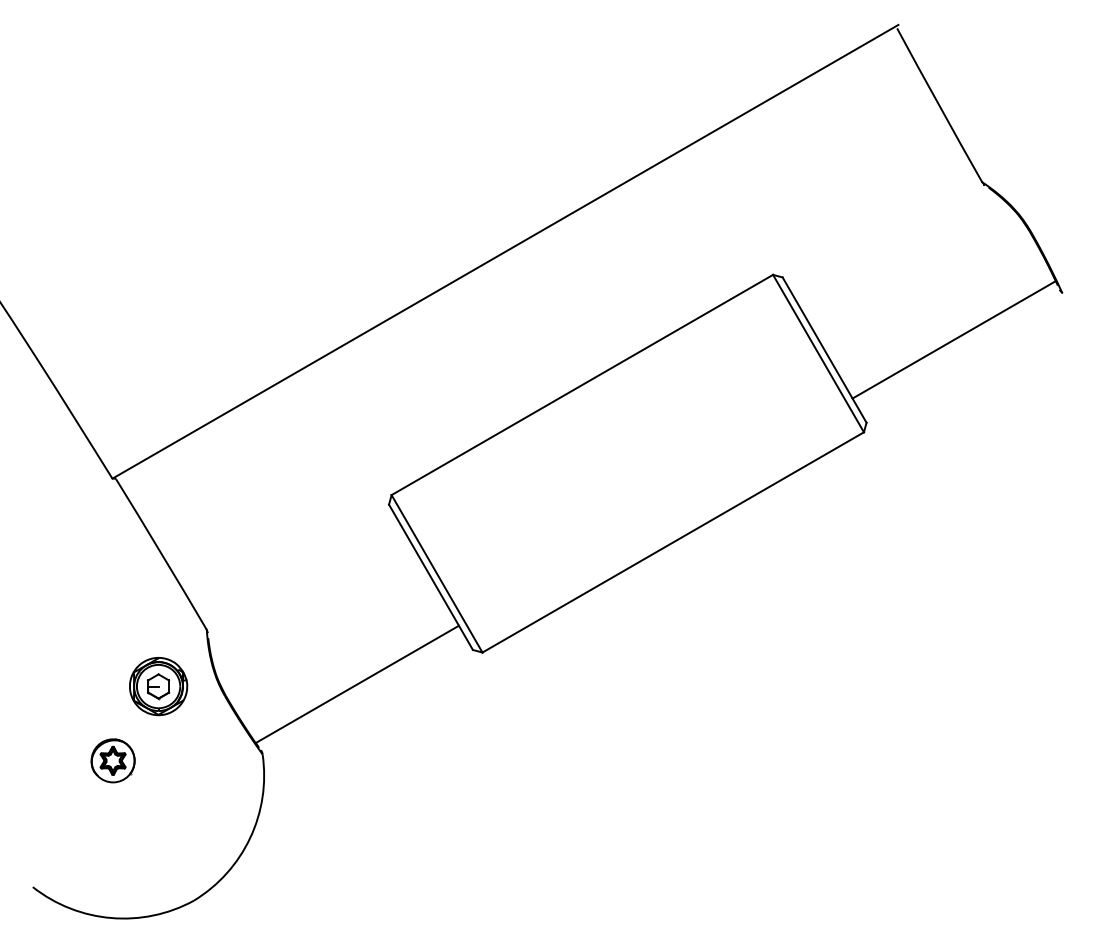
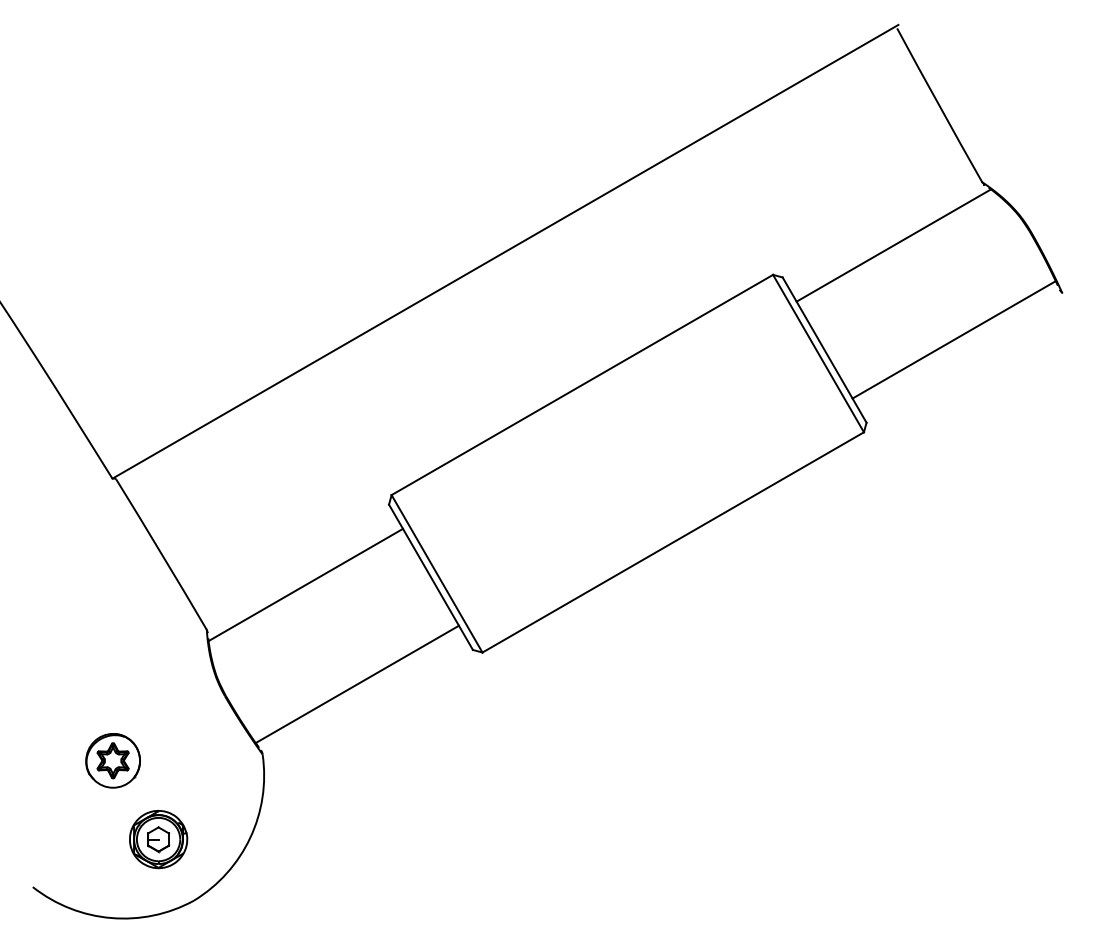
line at (893, 245): none -> present
line at (305, 584): none -> present
part at (158, 686) position: (158, 686) -> (158, 839)
part at (112, 760) size: 46x46 px -> 56x56 px
